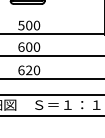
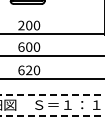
text at (21, 25): 500 -> 200
line at (52, 94): solid -> dashed
line at (52, 116): solid -> dashed
